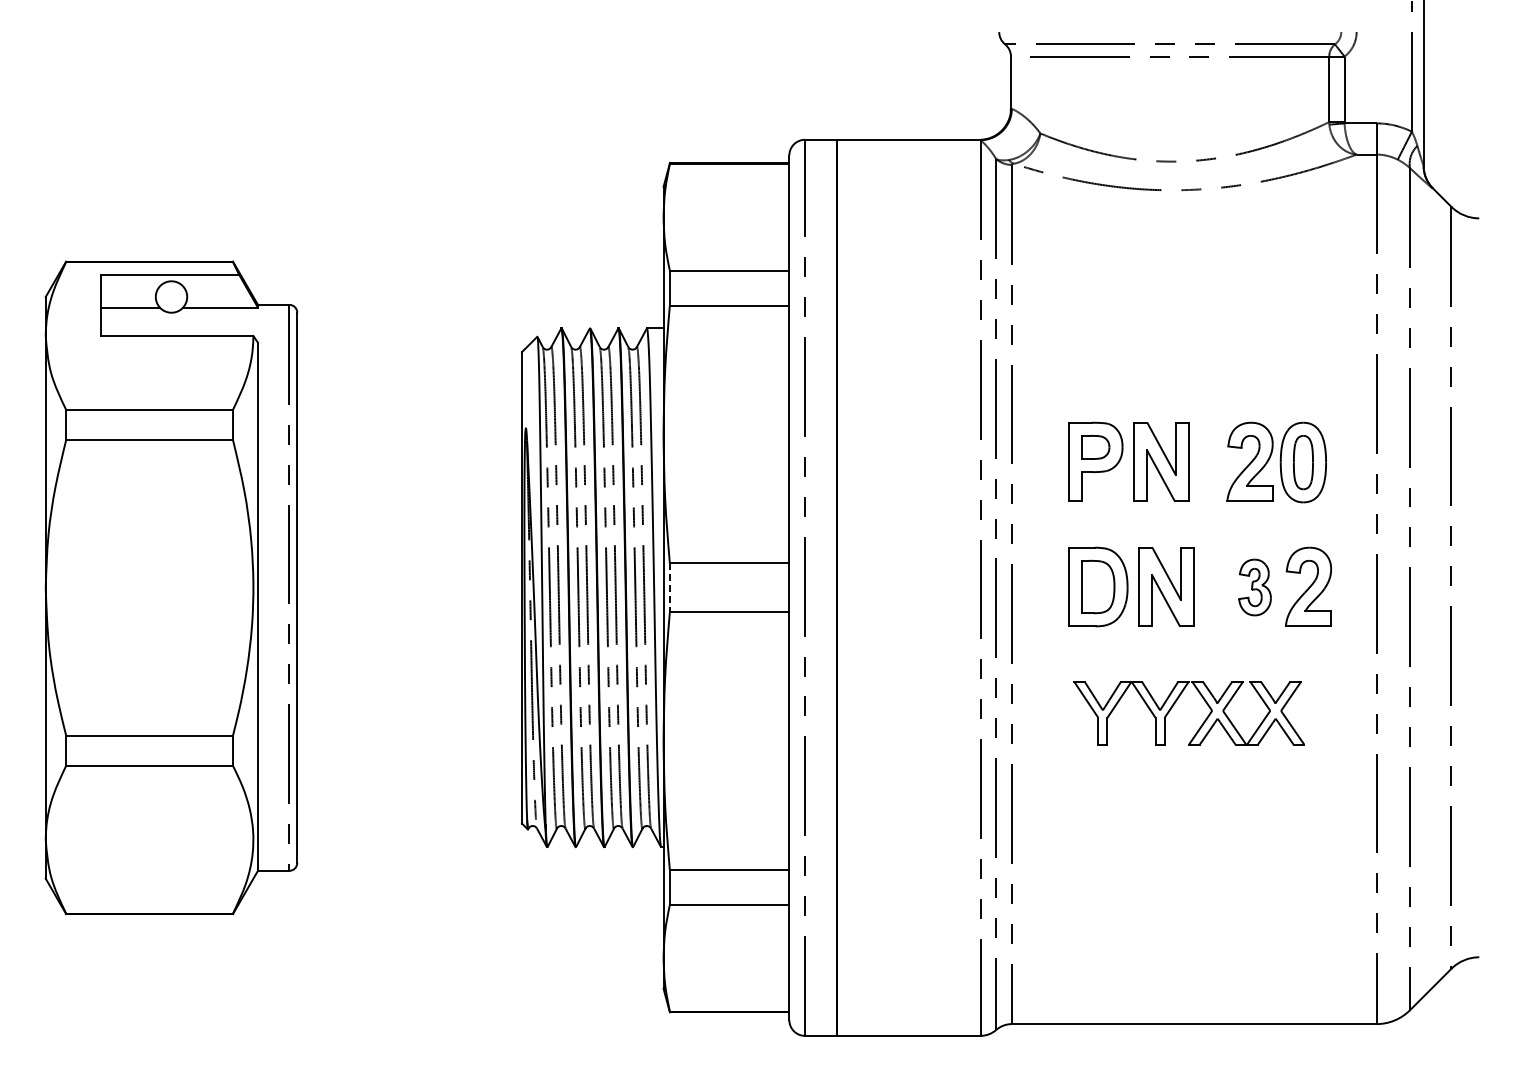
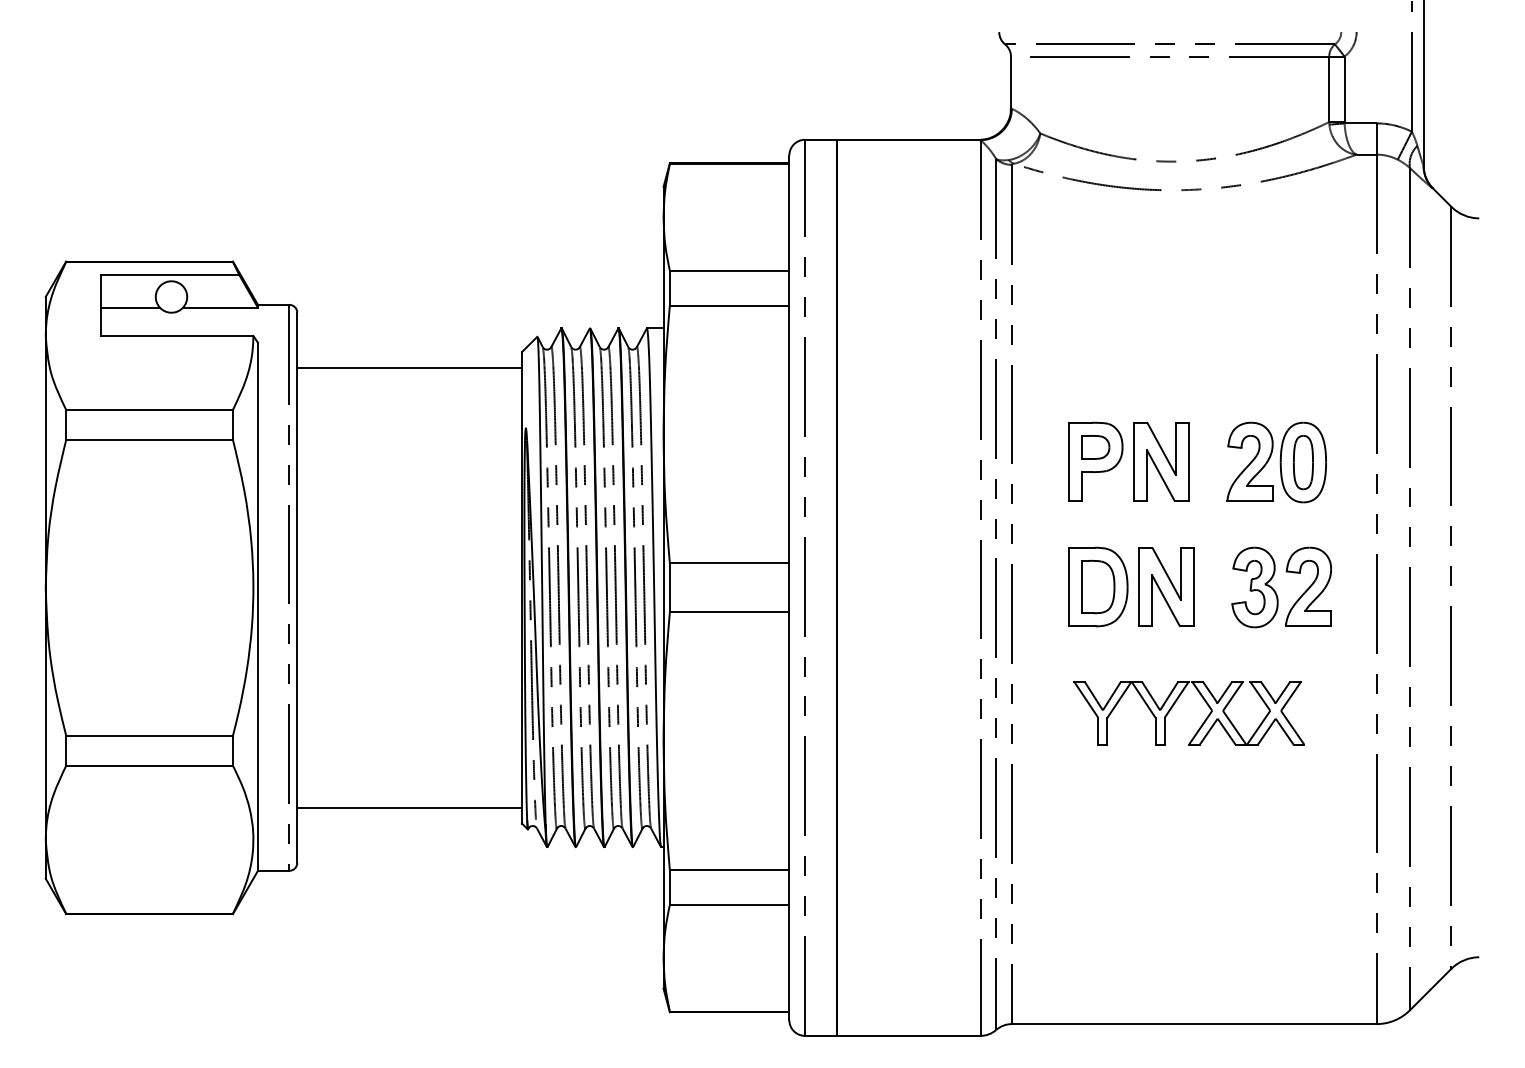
line at (409, 367): none -> present
line at (669, 587): dashed -> solid
part at (1254, 587) size: 34x59 px -> 48x83 px
line at (409, 807): none -> present
